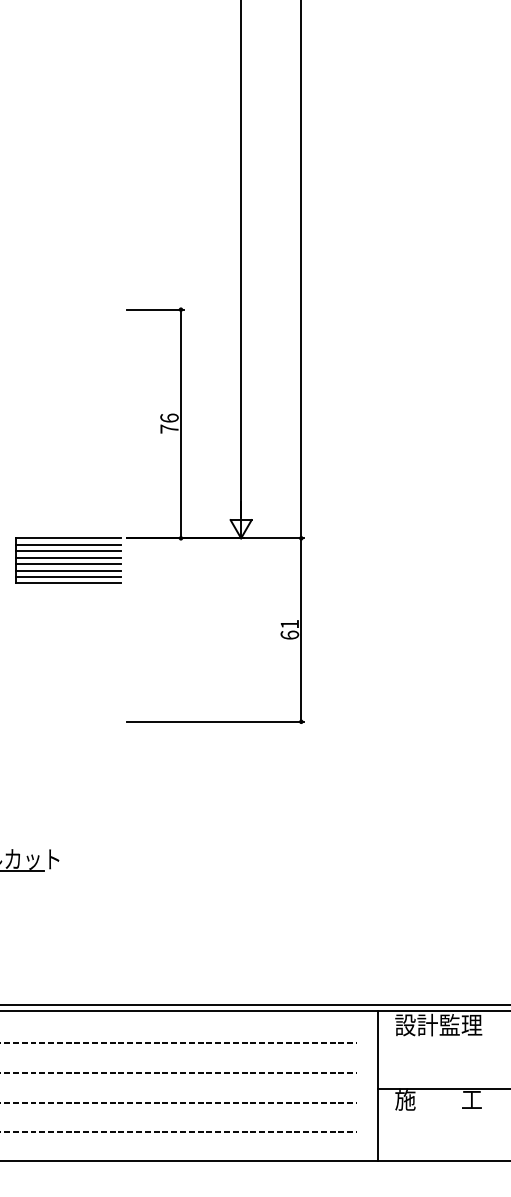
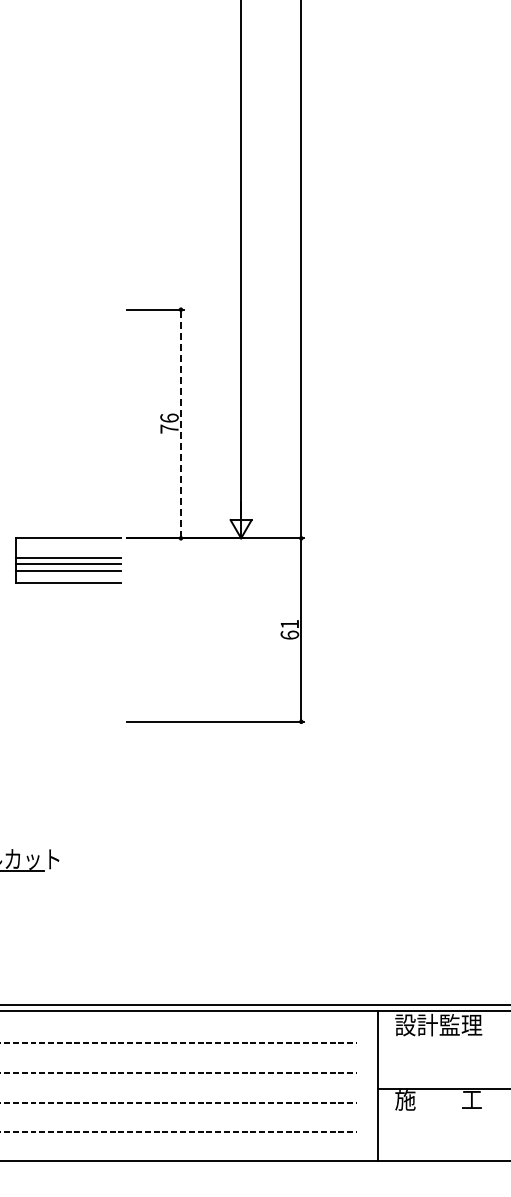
line at (180, 423): solid -> dashed
line at (67, 544): present -> none
line at (67, 551): present -> none
line at (67, 577): present -> none
